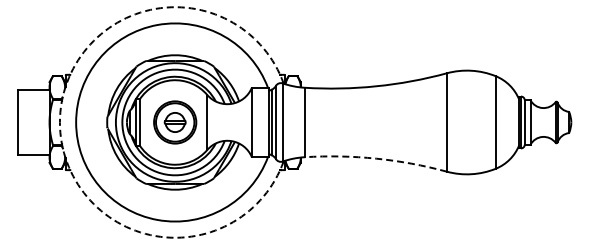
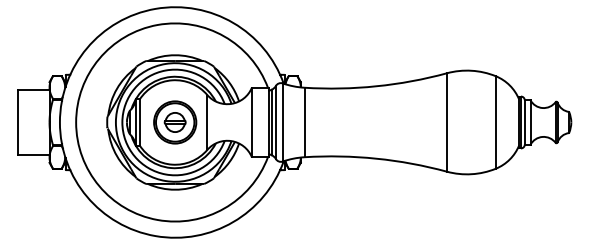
arc at (59, 122): dashed -> solid
arc at (376, 158): dashed -> solid
